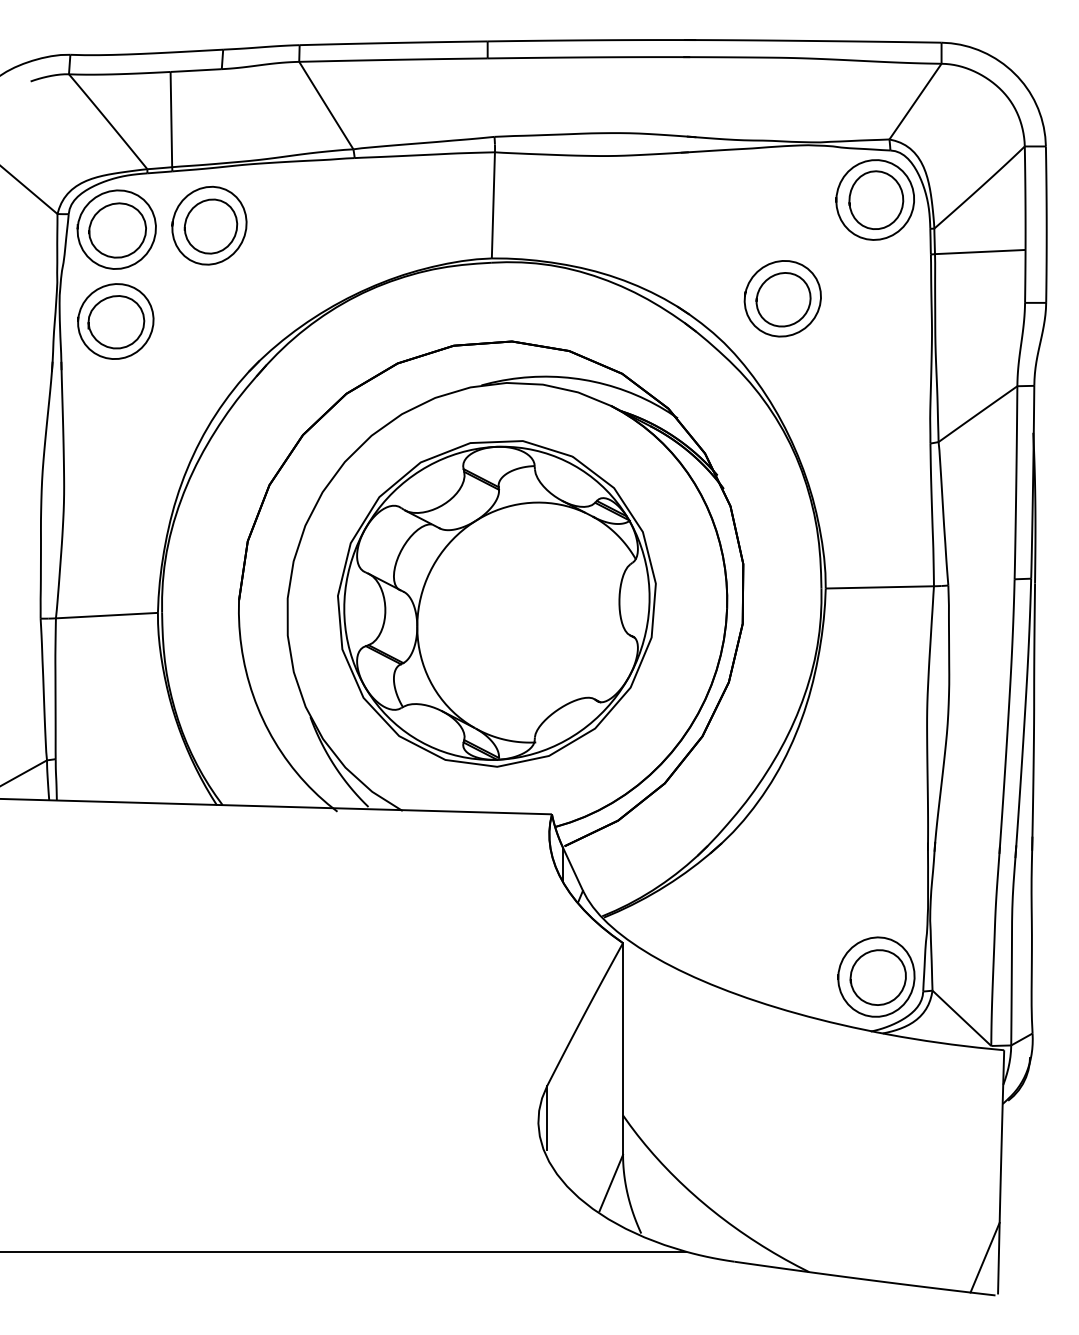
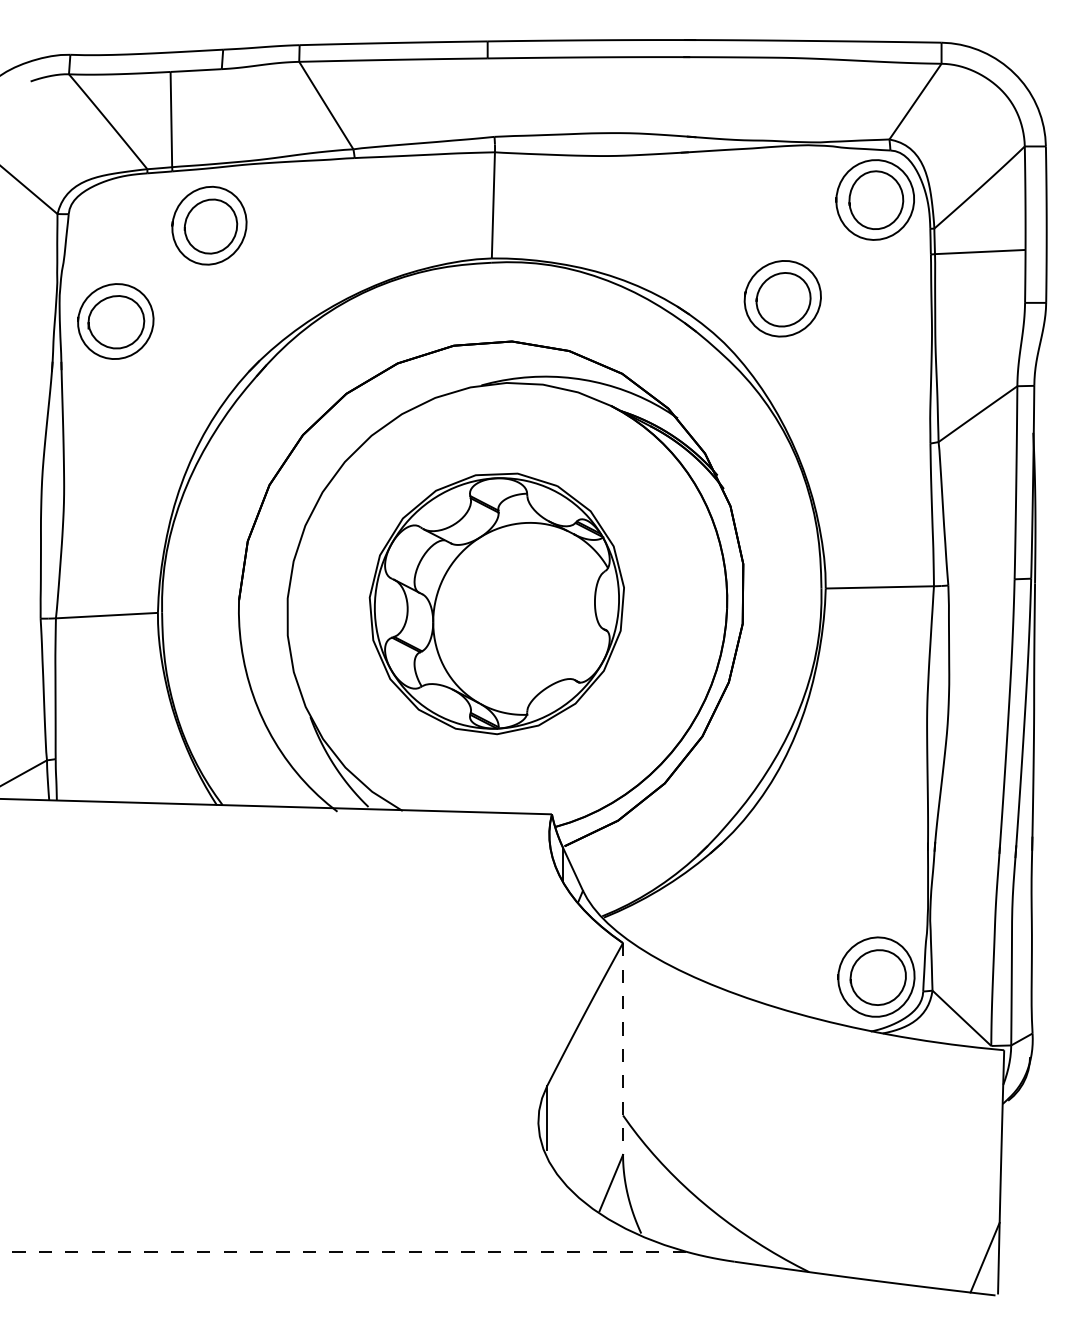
part at (116, 229): present -> none
part at (496, 603) size: 320x328 px -> 257x264 px
line at (623, 1049): solid -> dashed
line at (342, 1251): solid -> dashed
